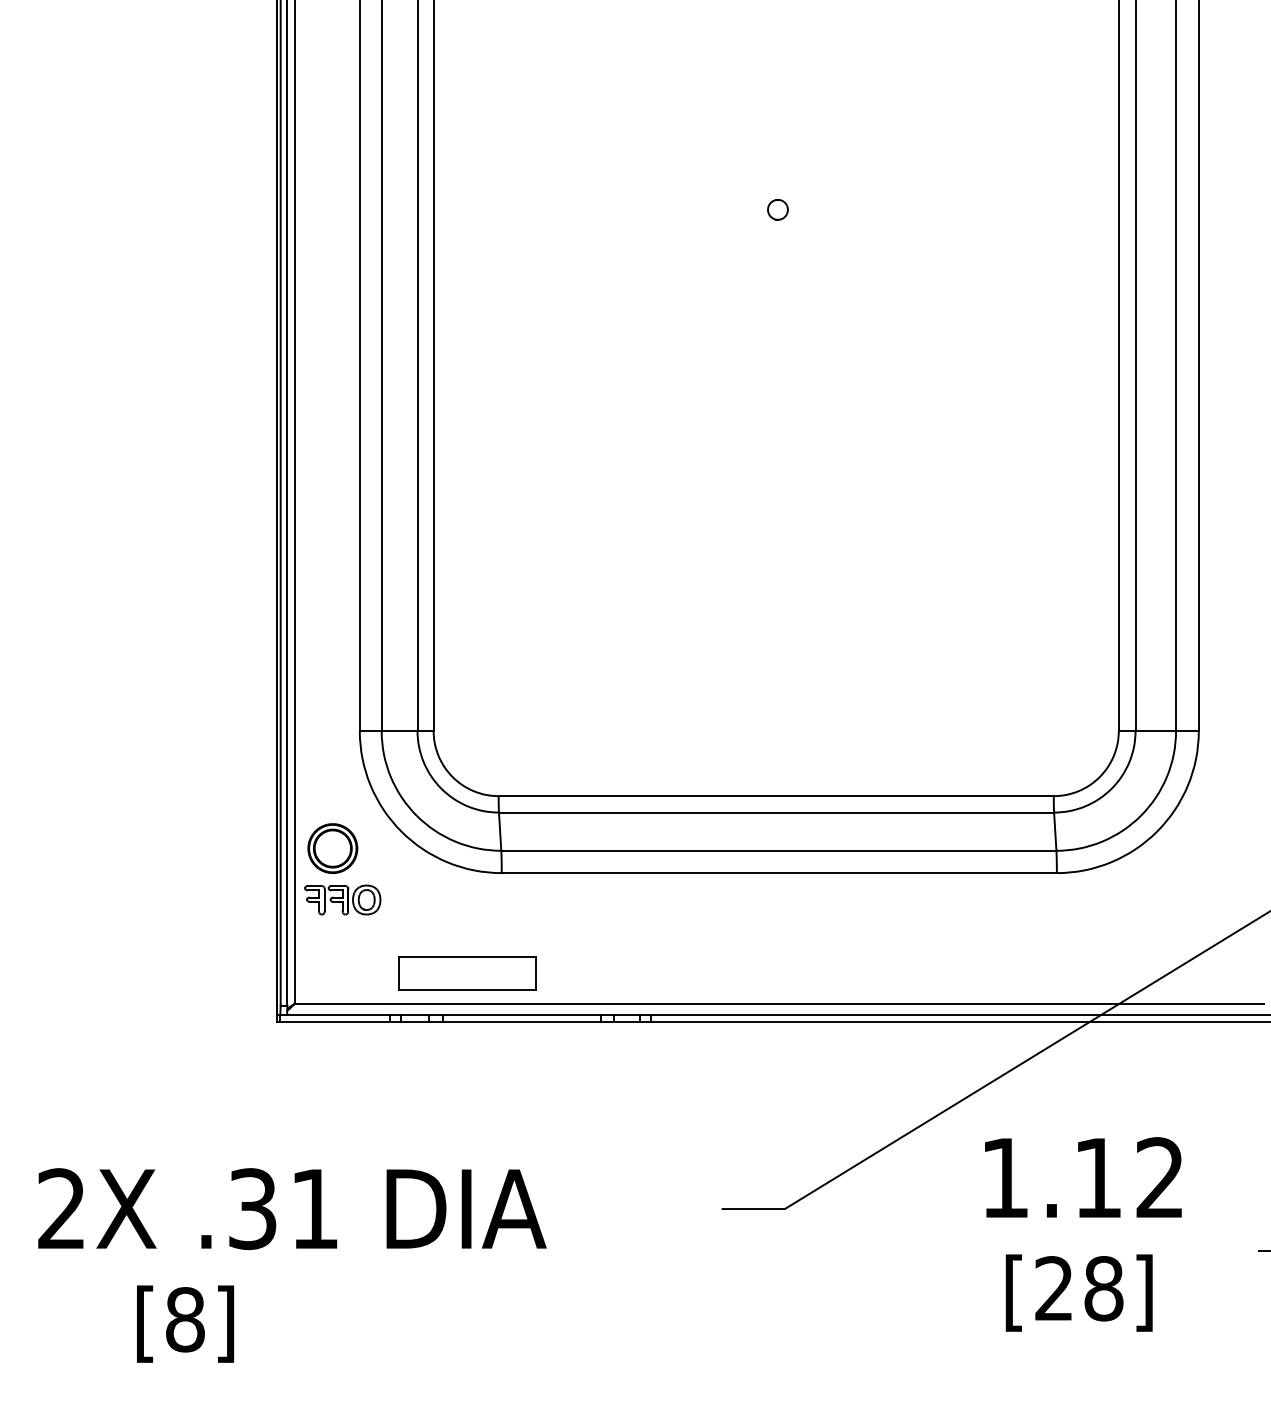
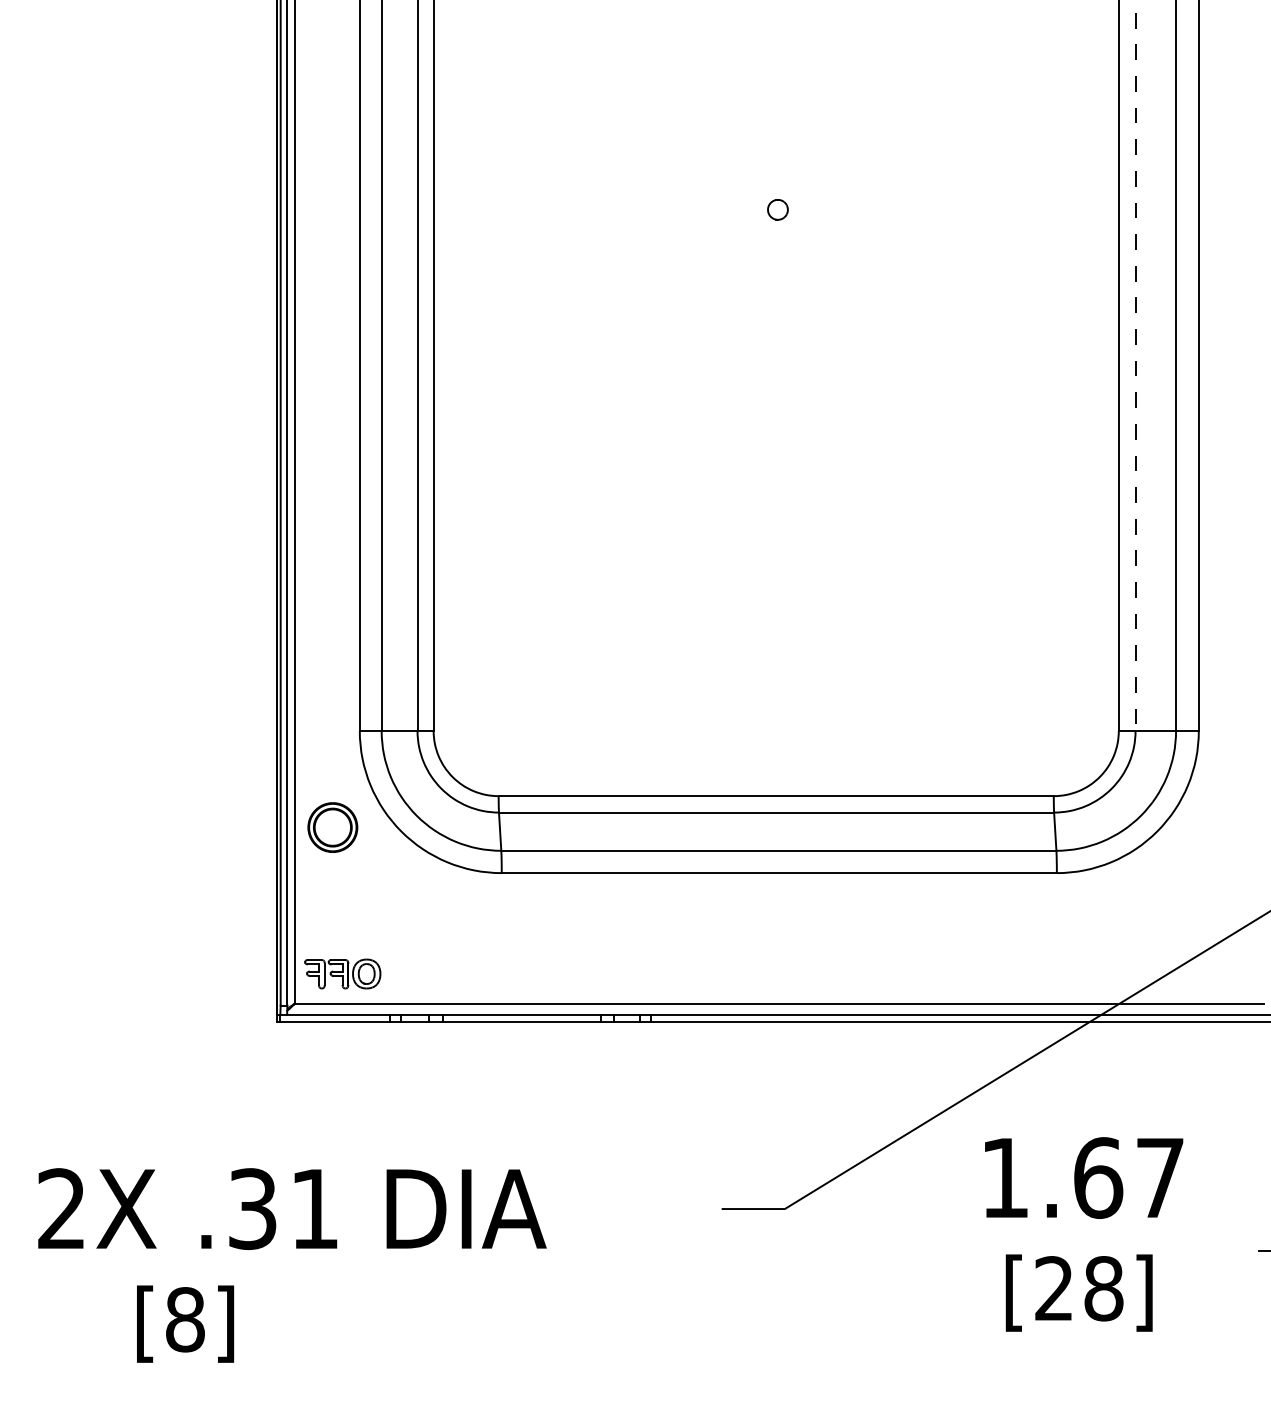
line at (1135, 366): solid -> dashed
part at (332, 848) position: (332, 848) -> (332, 827)
part at (342, 899) position: (342, 899) -> (342, 973)
part at (467, 973): present -> none
text at (1128, 1177): 1.12 -> 1.67
